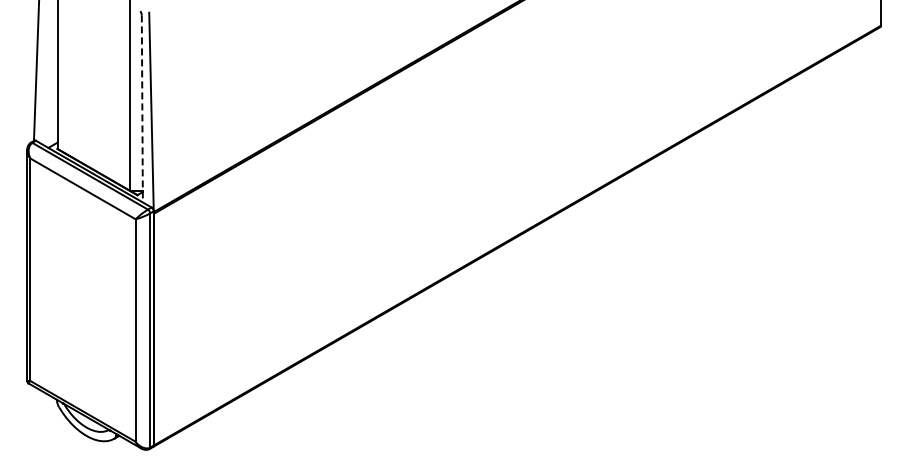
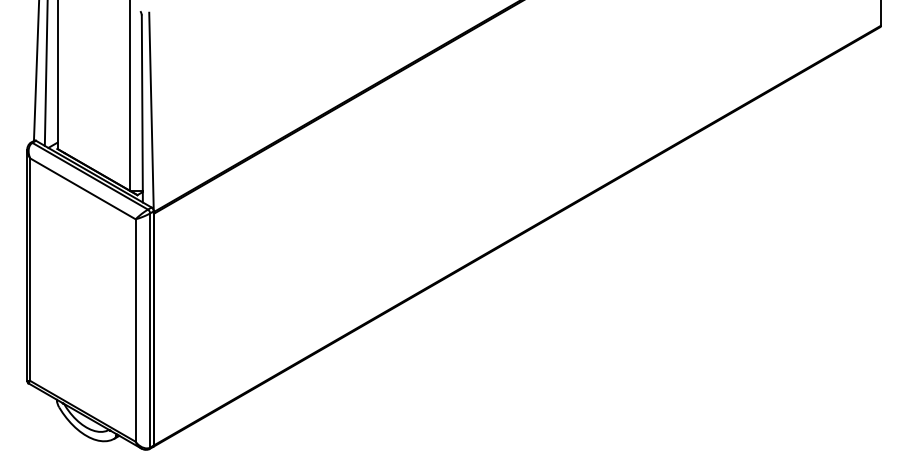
line at (45, 73): none -> present
line at (142, 108): dashed -> solid
